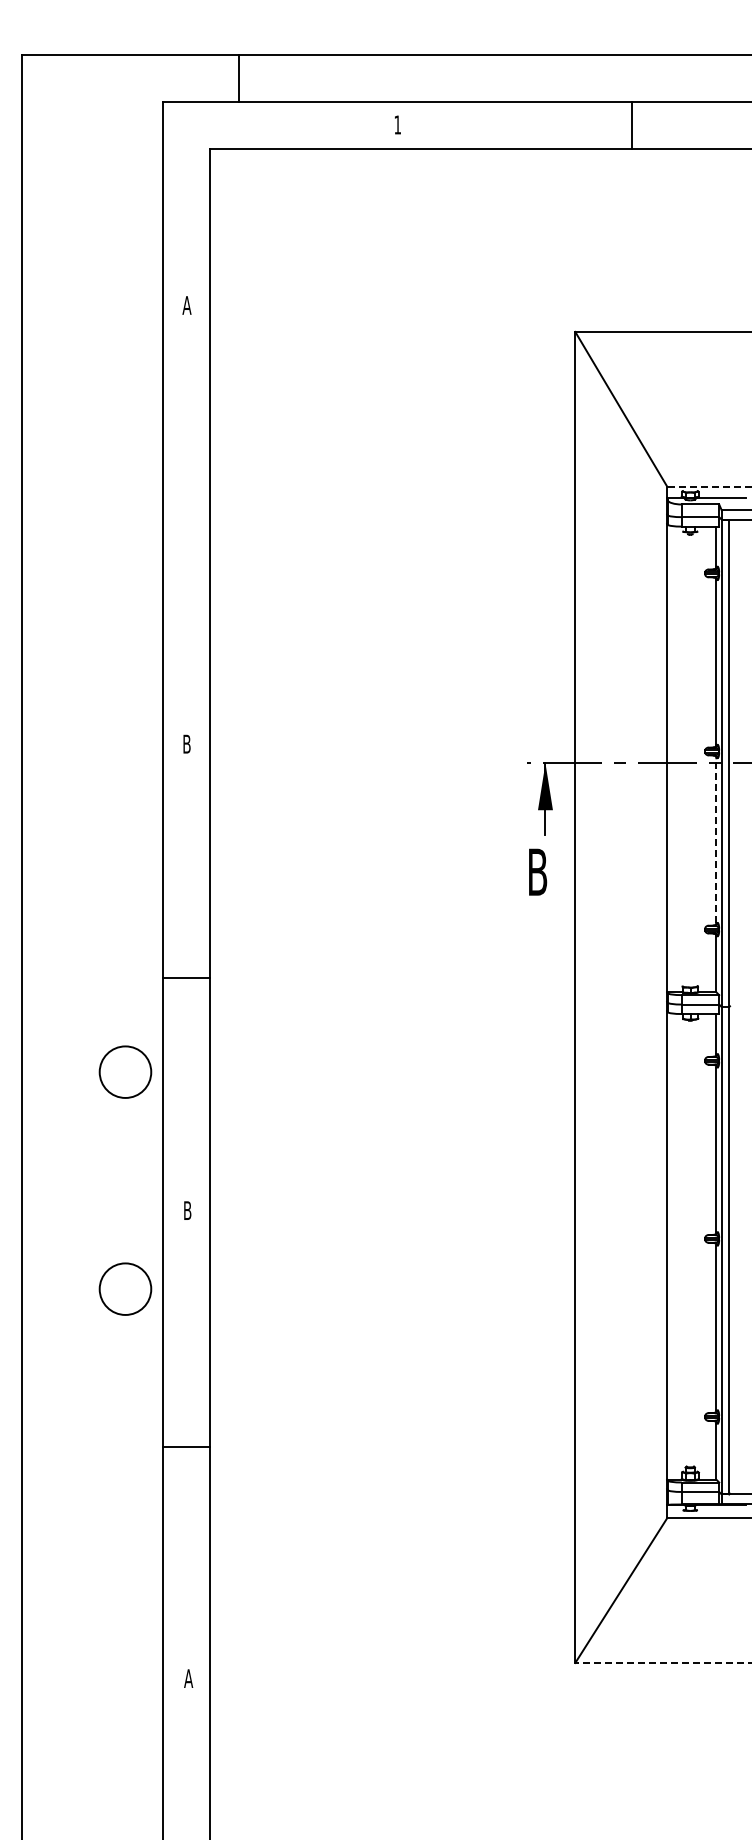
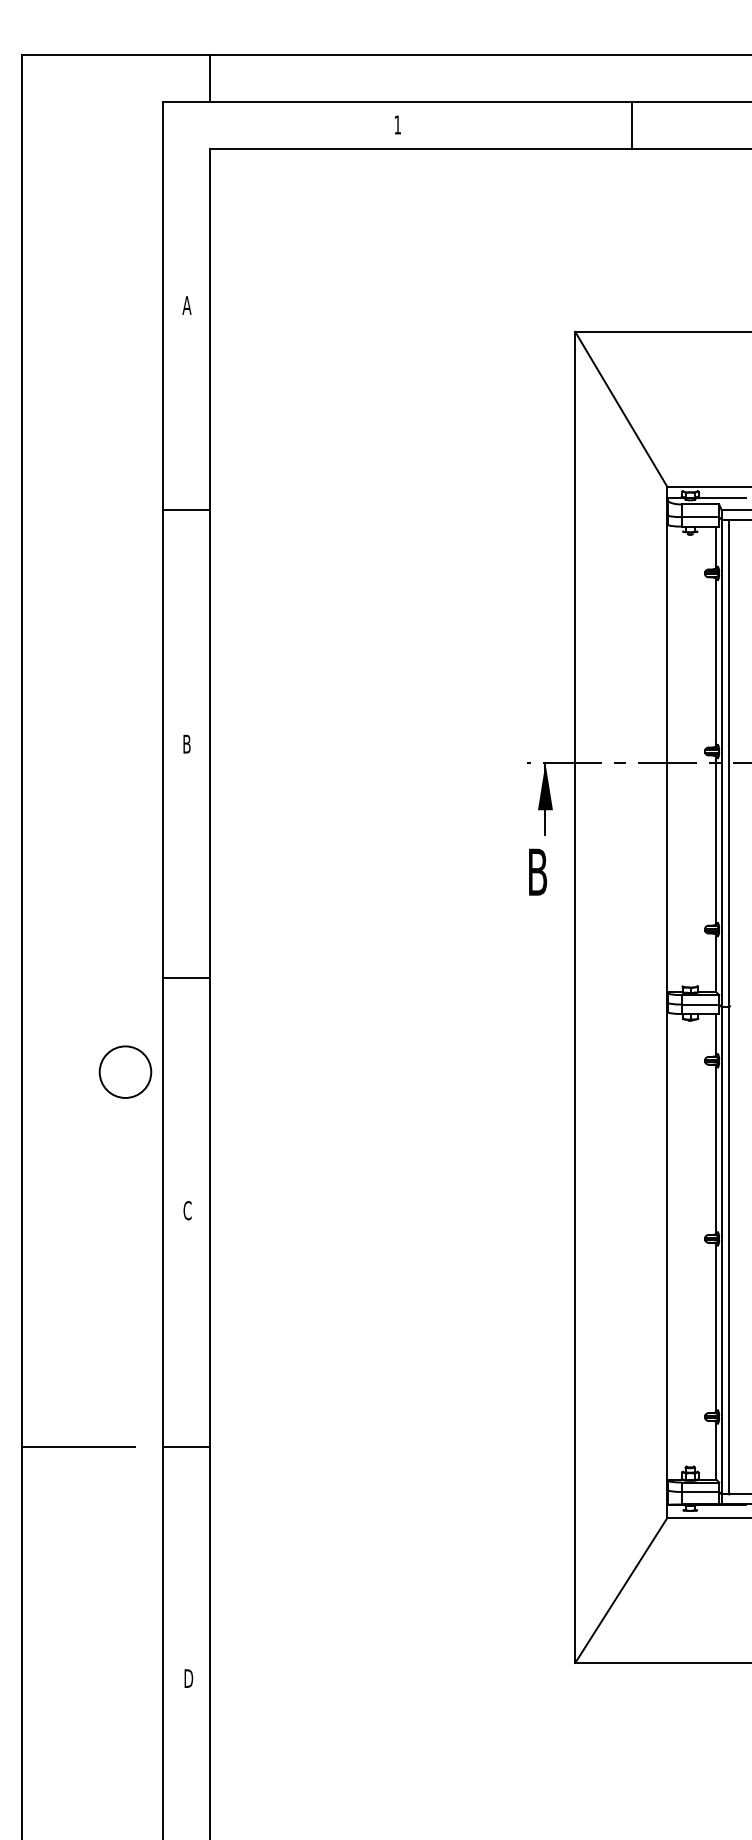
line at (238, 78) position: (238, 78) -> (209, 78)
line at (708, 486): dashed -> solid
line at (185, 509): none -> present
line at (716, 840): dashed -> solid
text at (187, 1210): B -> C
circle at (125, 1288): present -> none
line at (78, 1447): none -> present
line at (663, 1662): dashed -> solid
text at (188, 1678): A -> D
